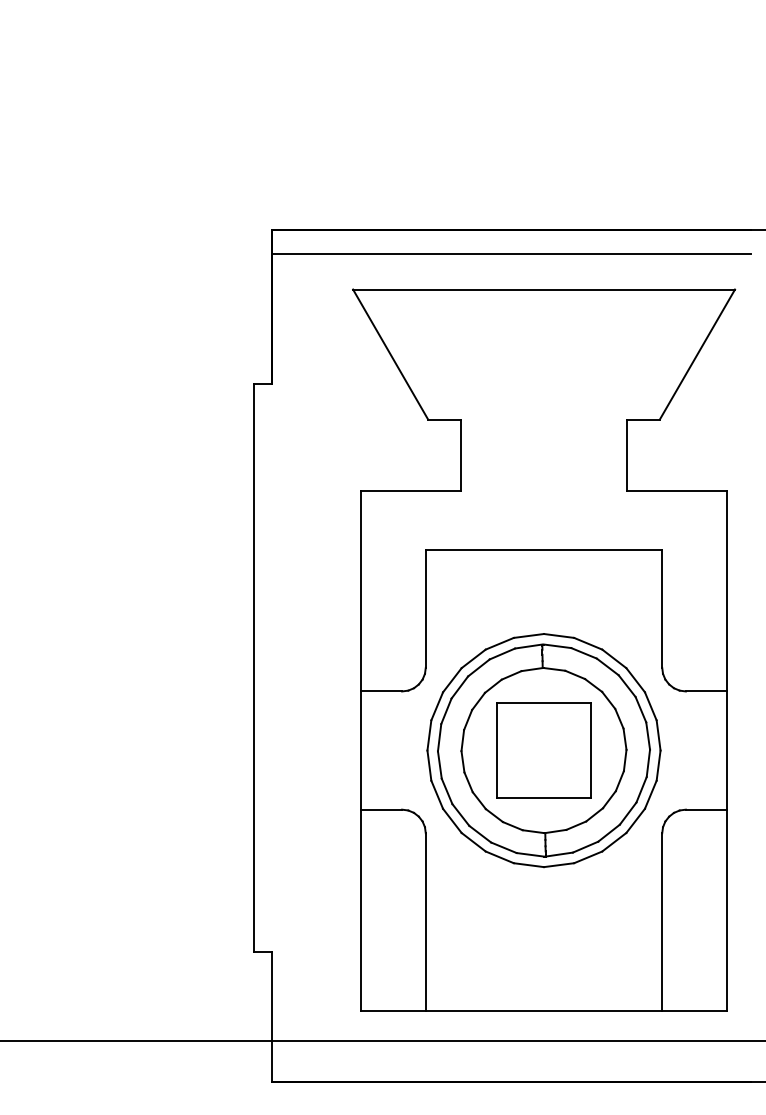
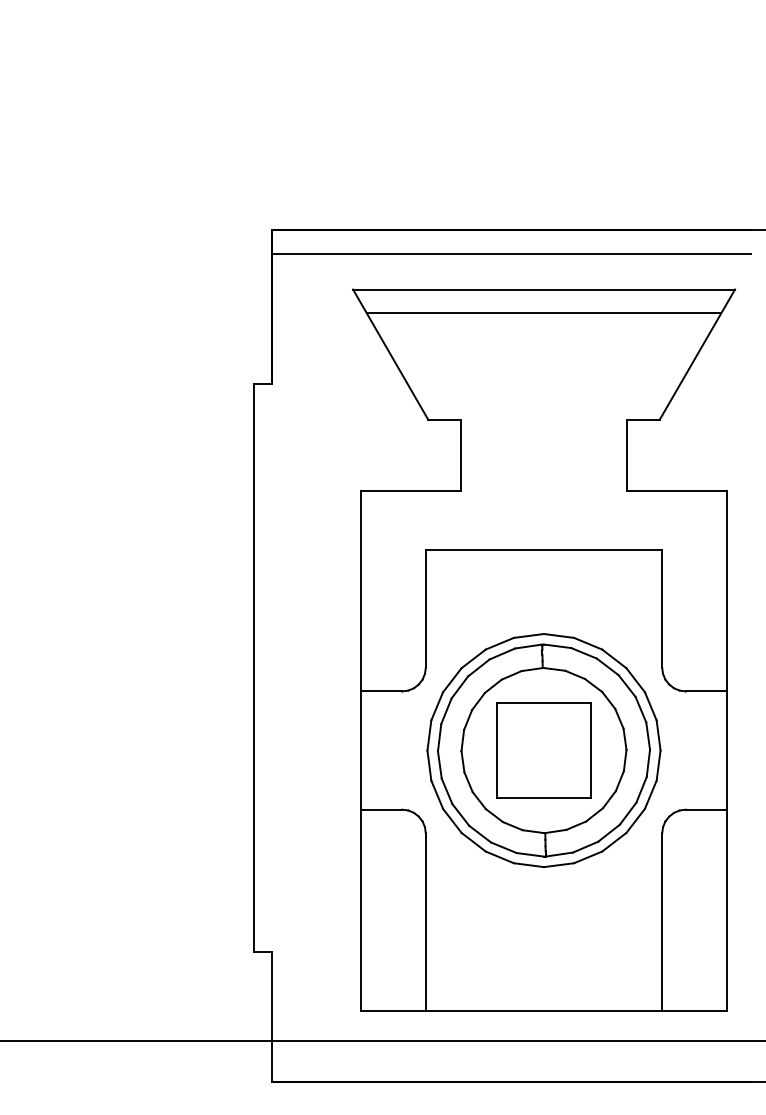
line at (543, 313): none -> present
